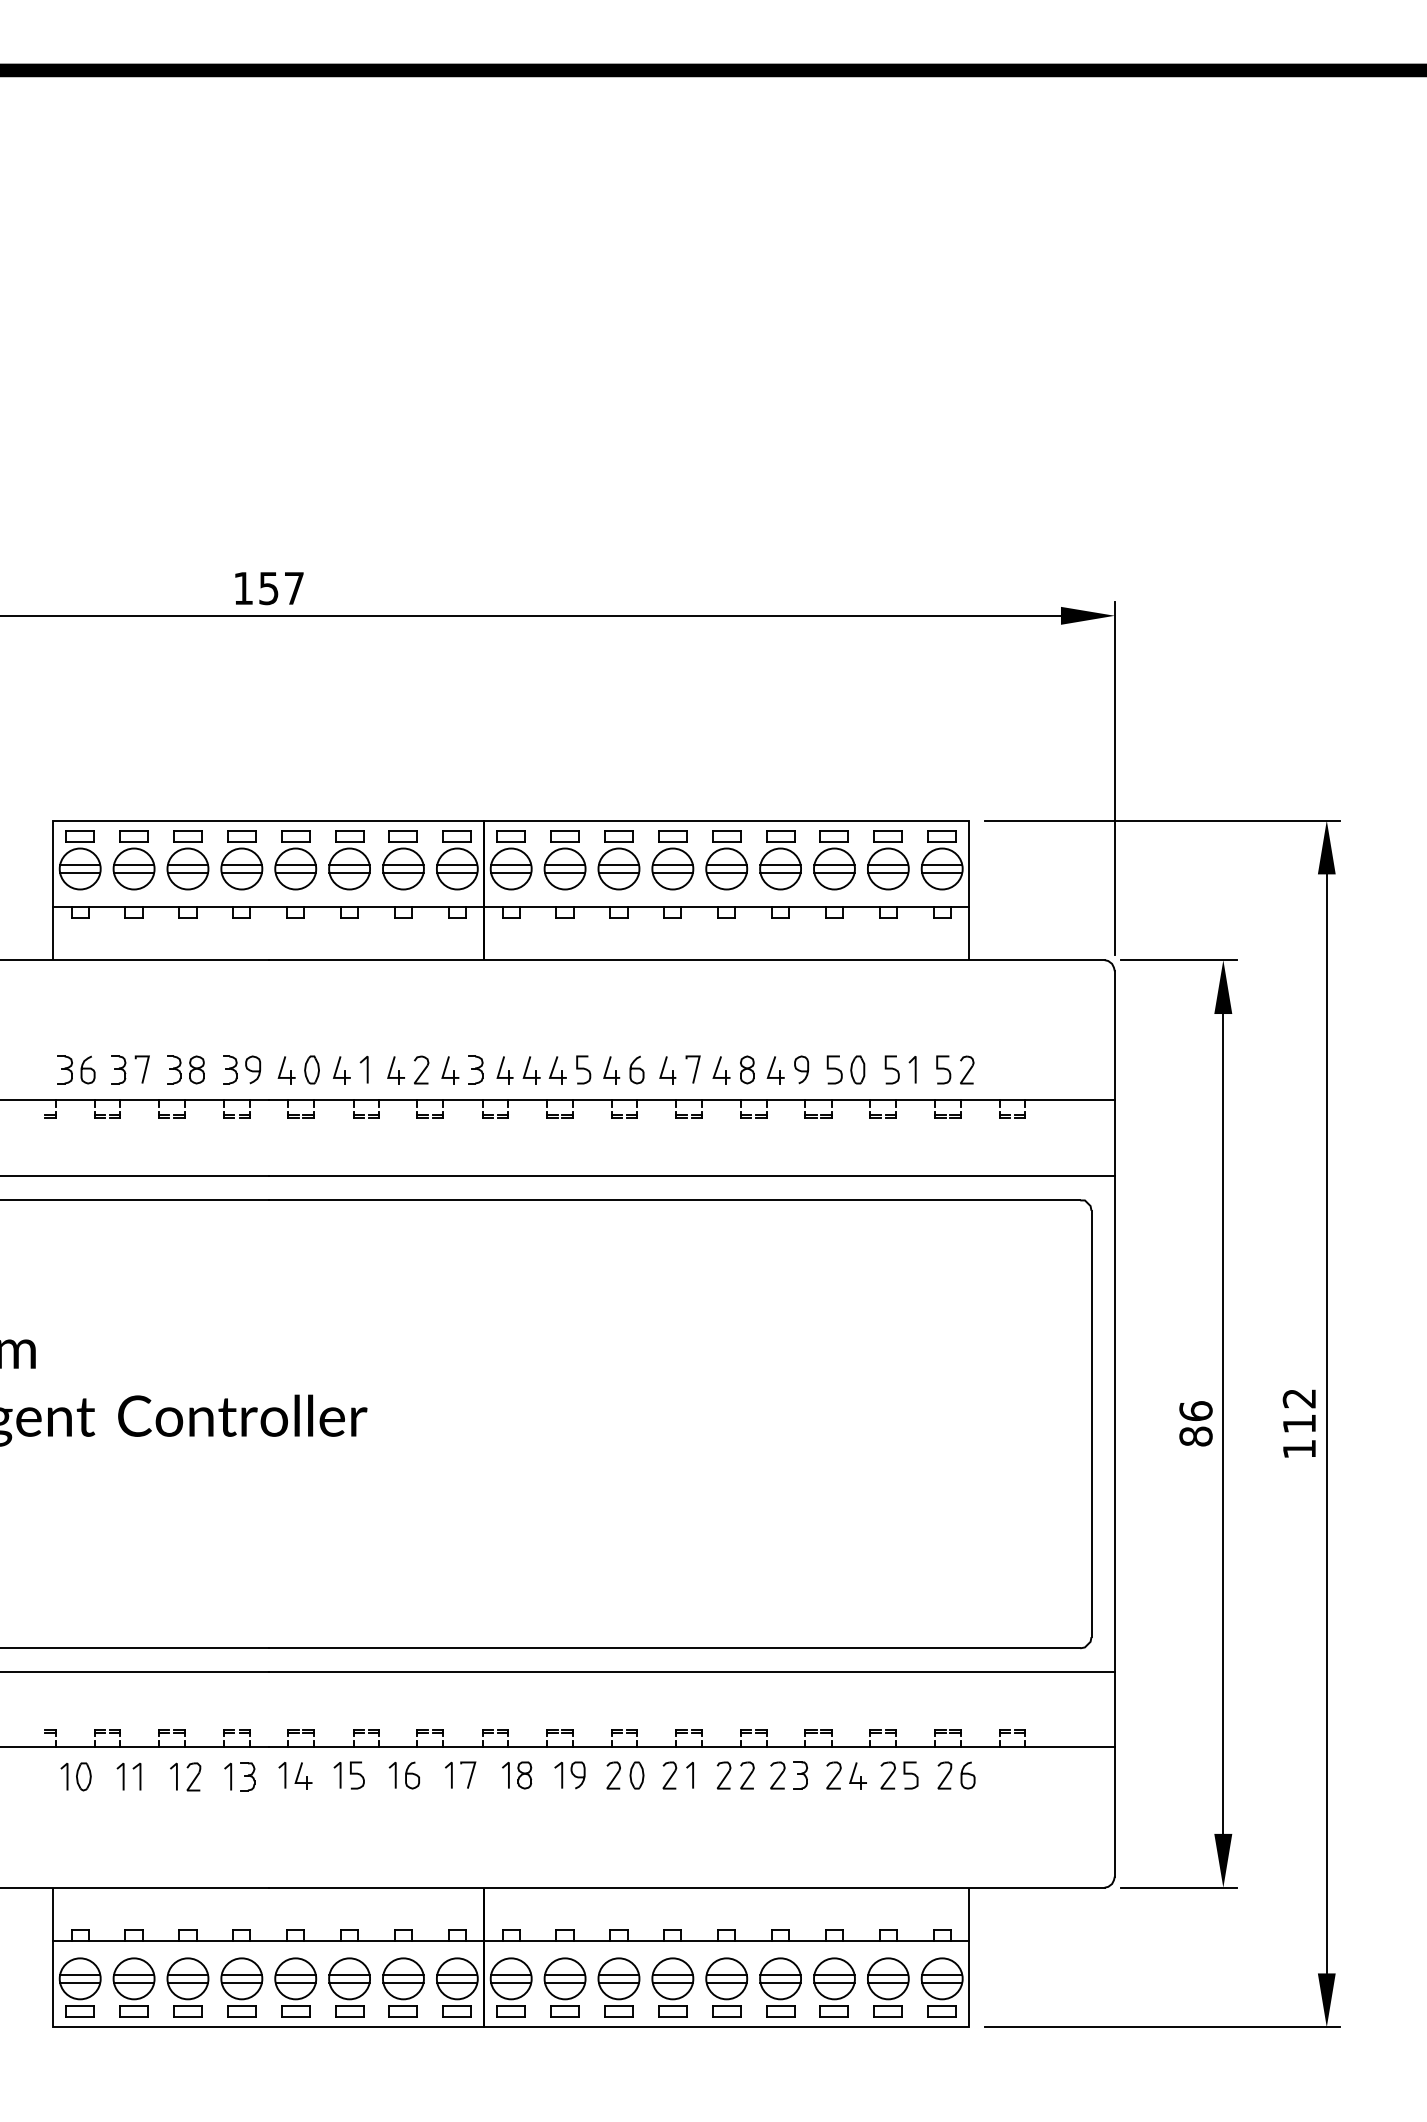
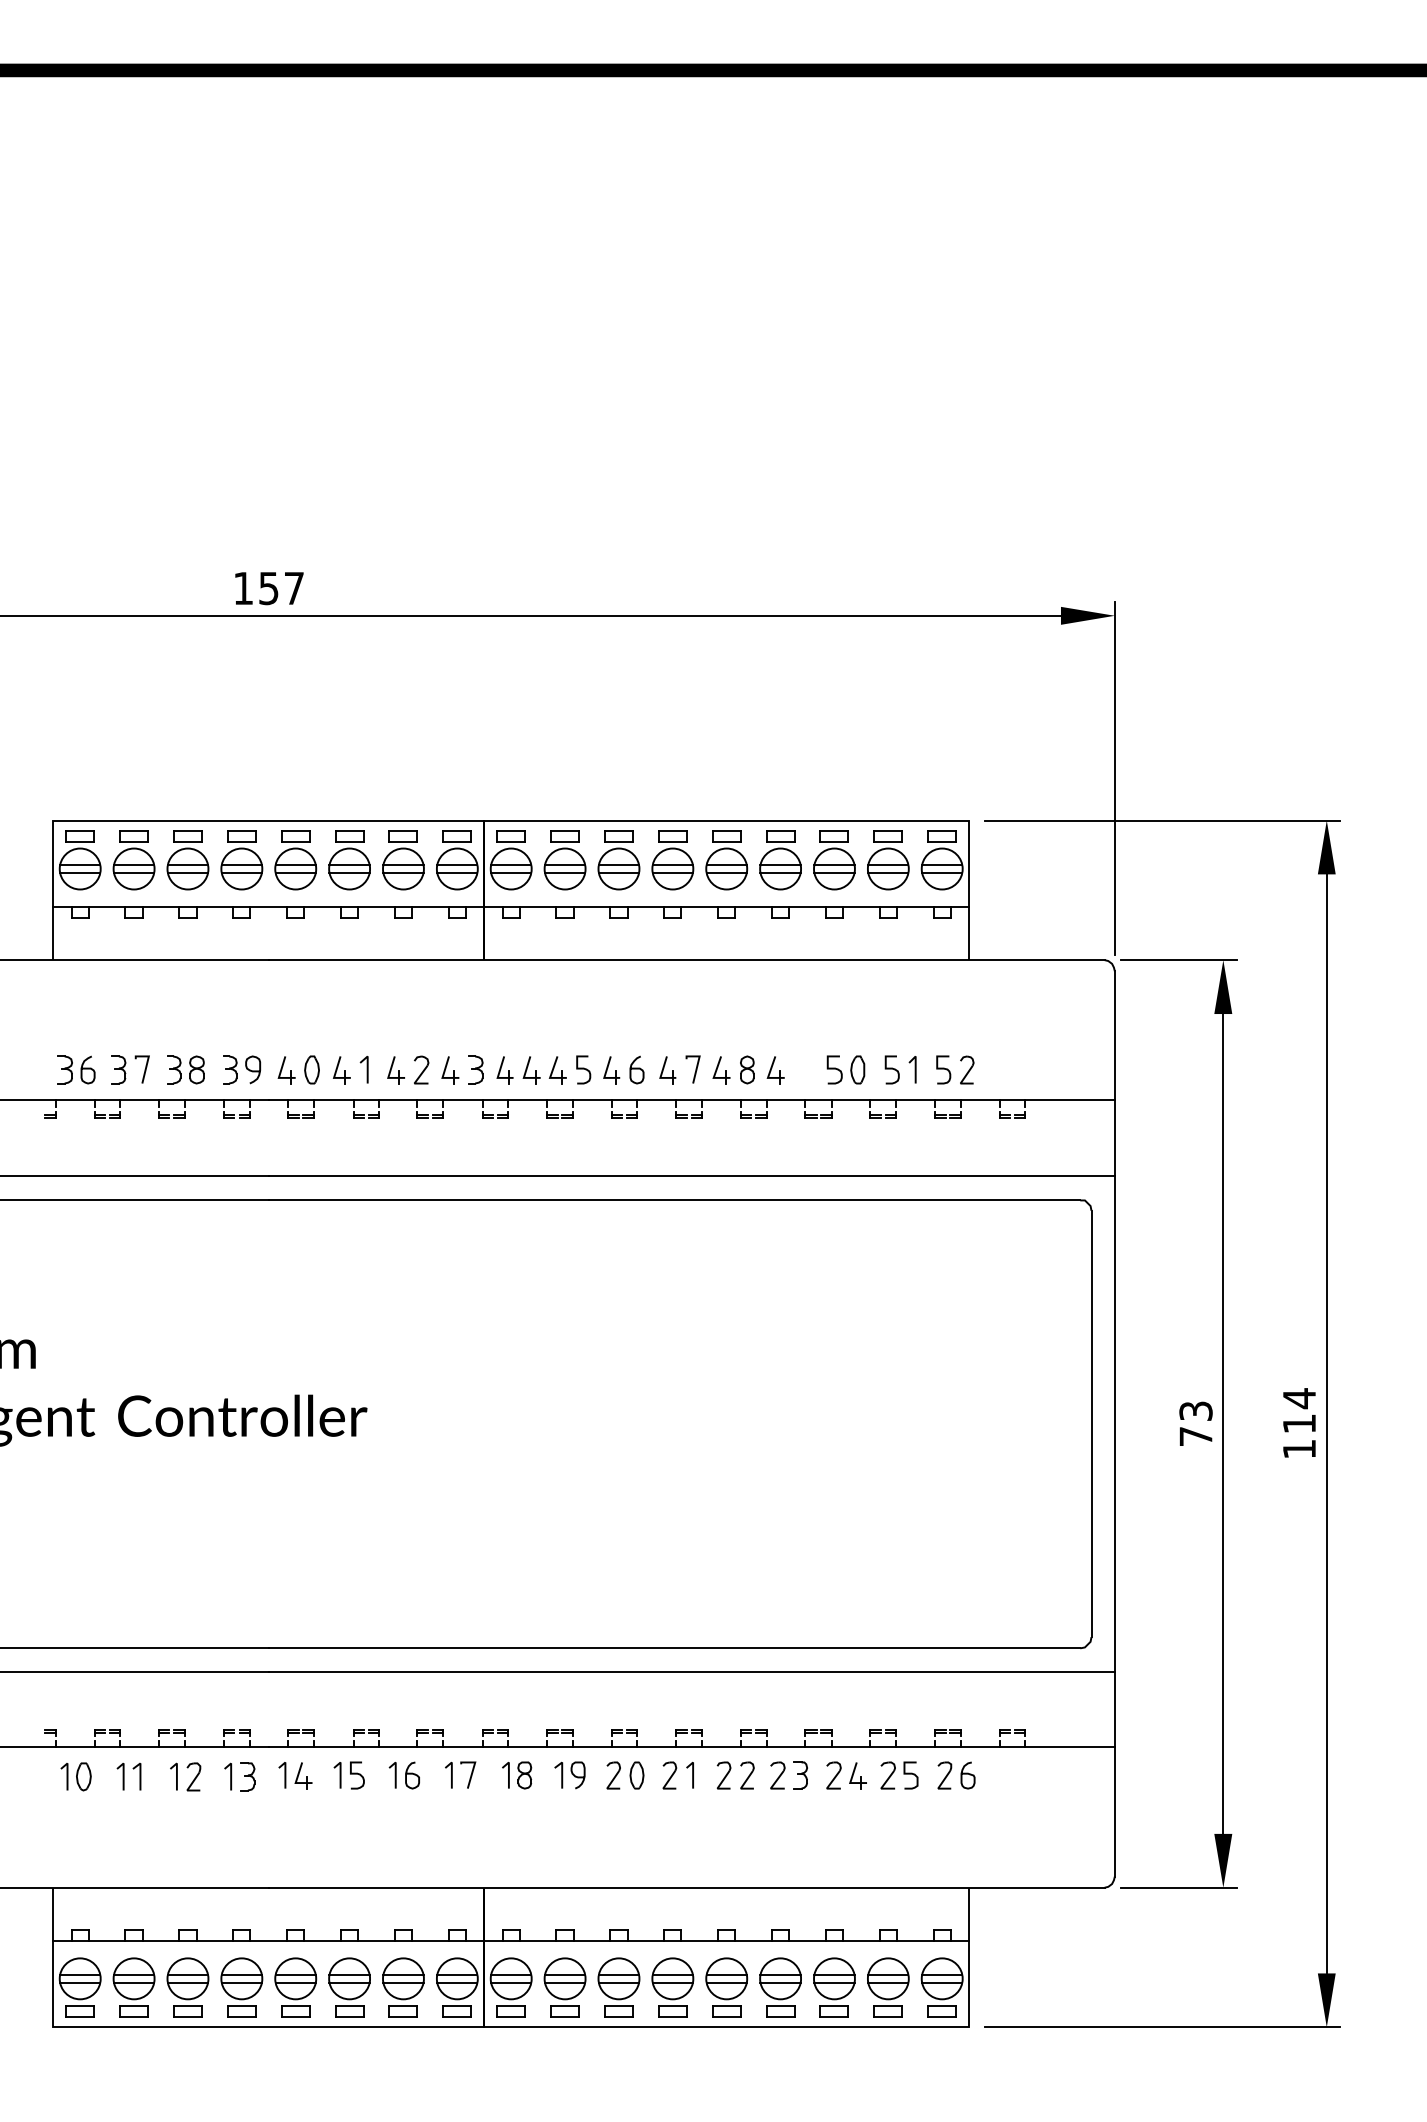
curve at (801, 1070): present -> none
text at (1298, 1398): 112 -> 114
text at (1195, 1423): 86 -> 73
